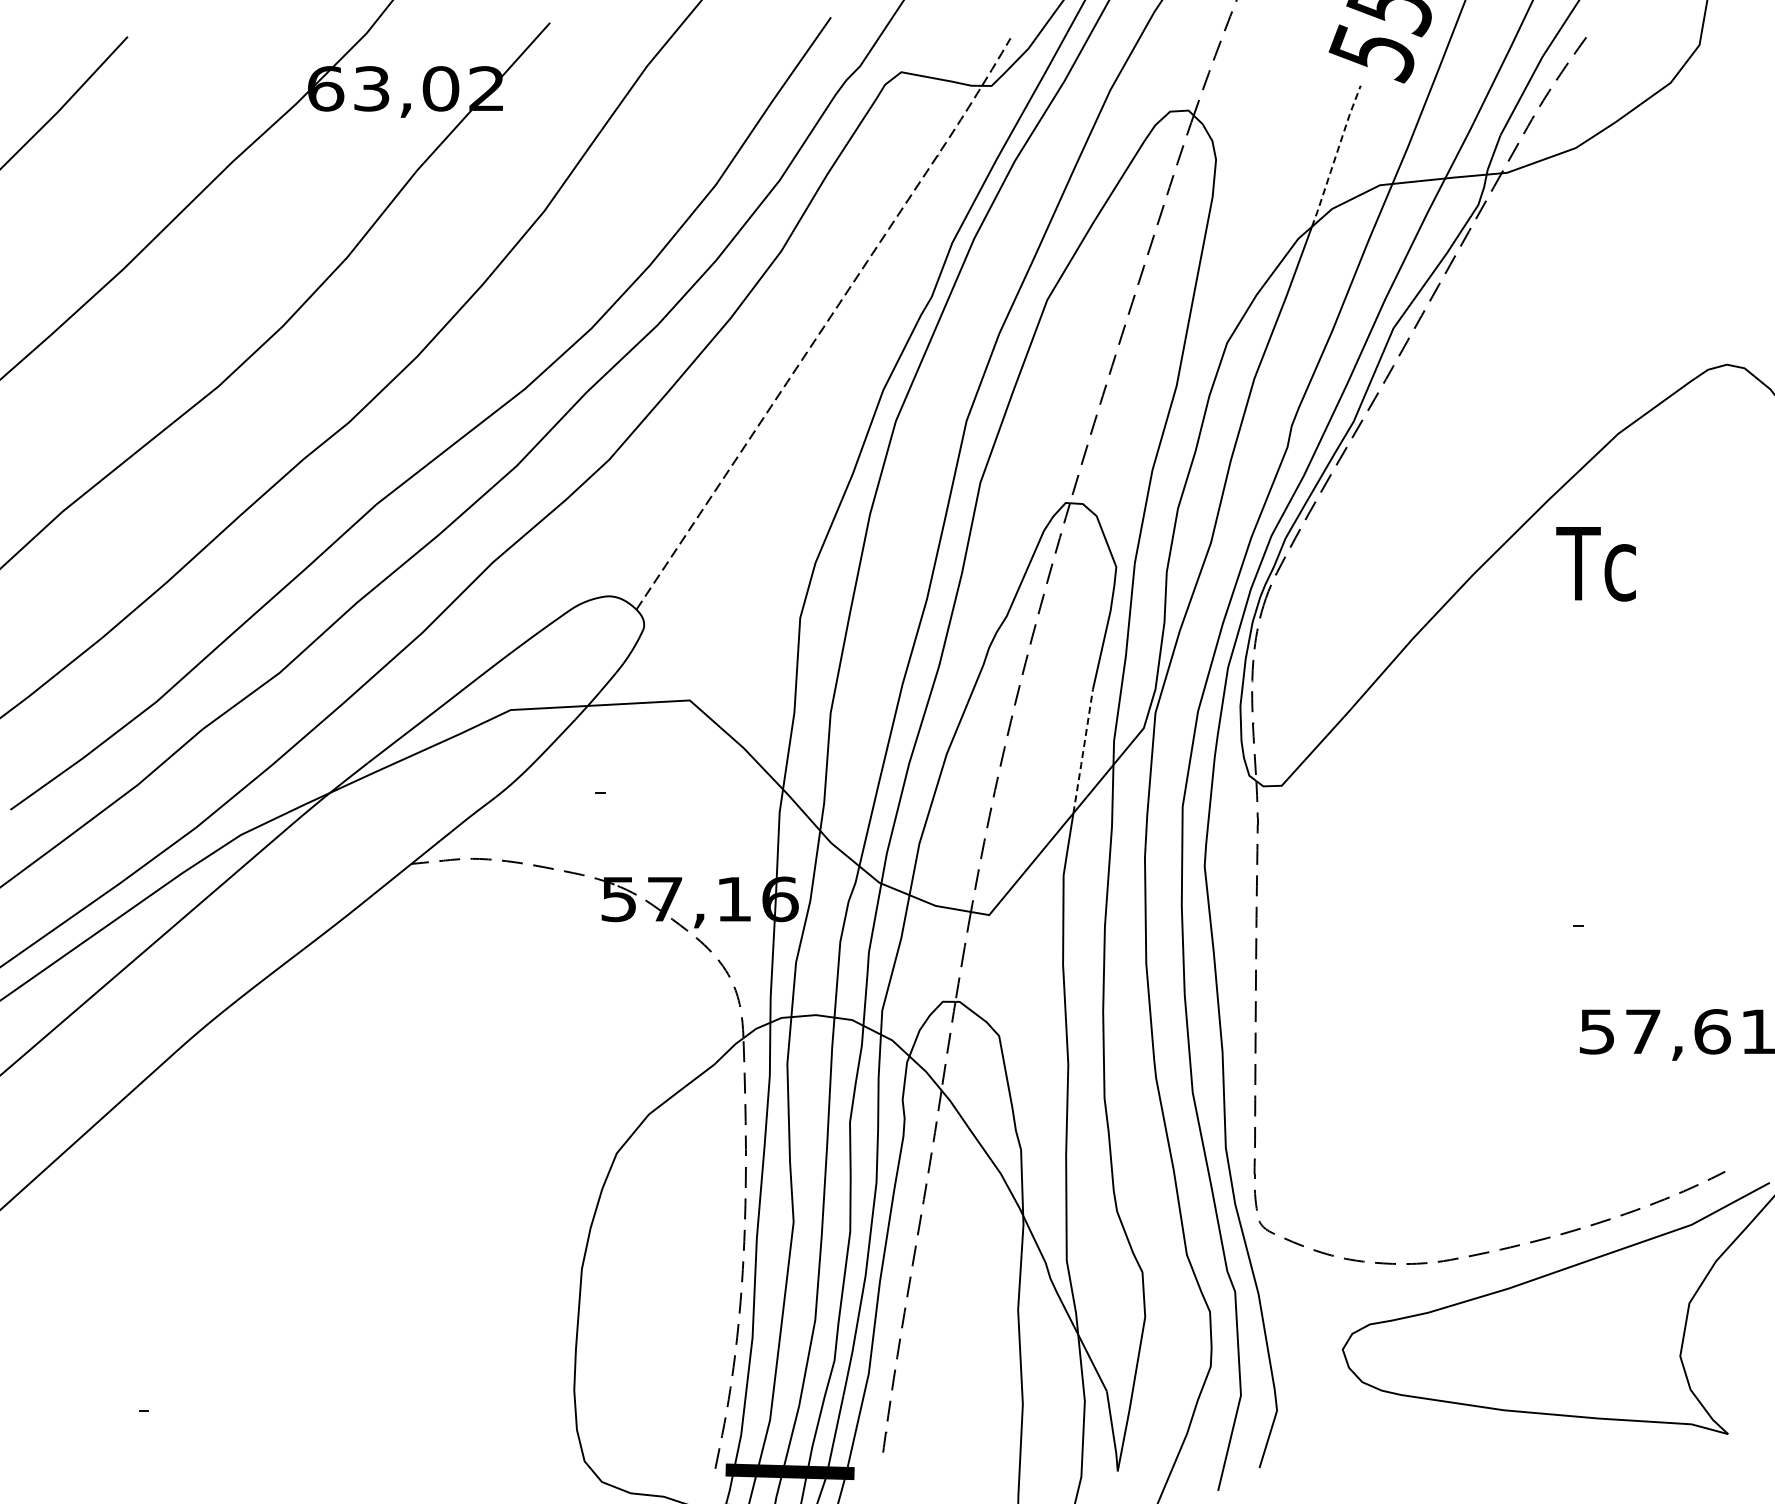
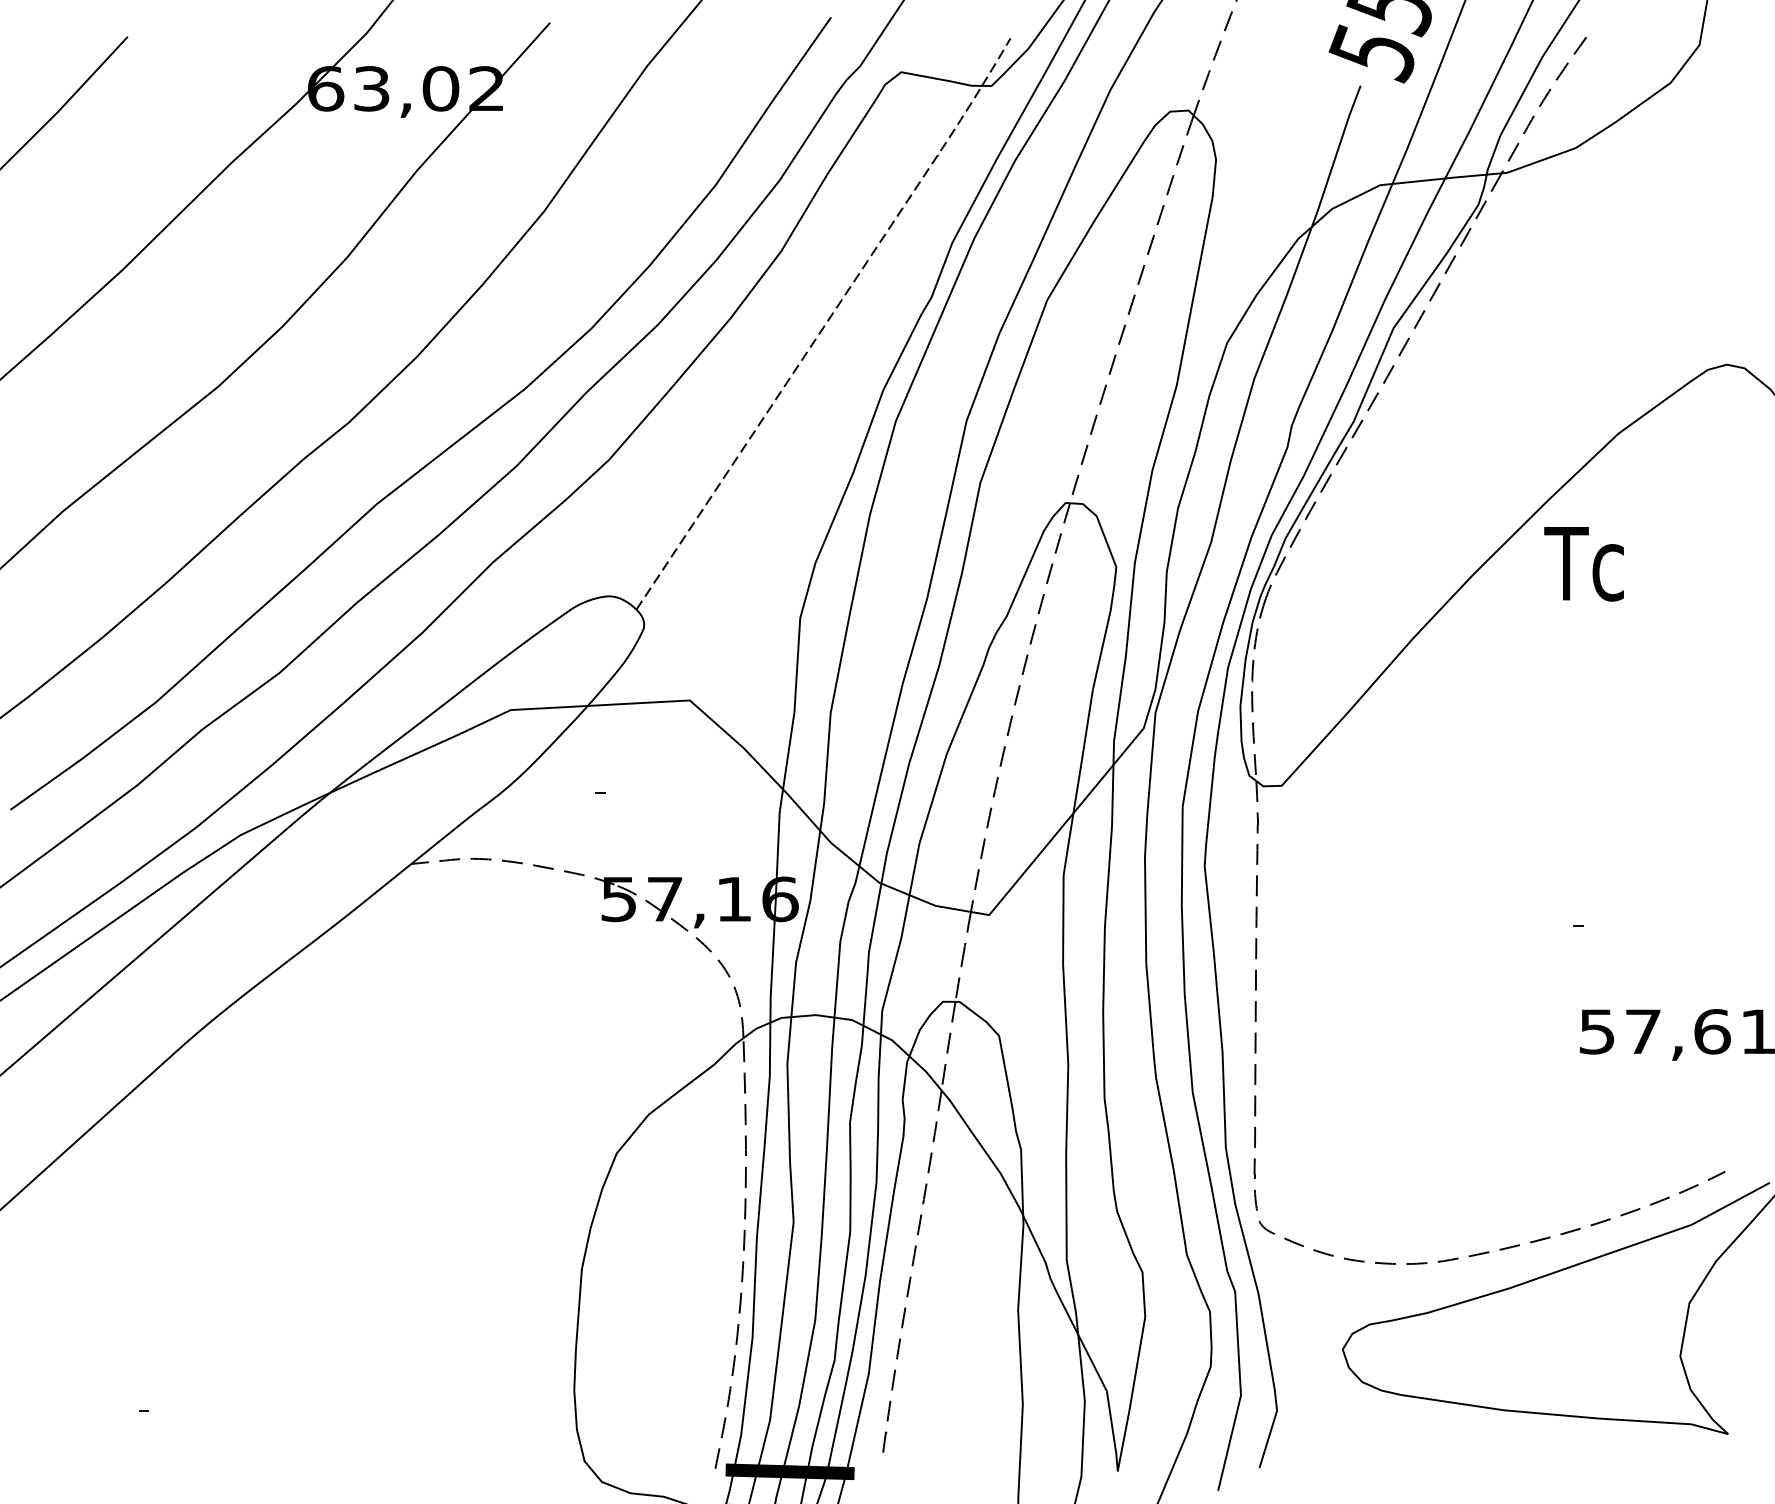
line at (1336, 155): dashed -> solid
text at (1595, 564) position: (1595, 564) -> (1583, 564)
line at (1083, 751): dashed -> solid
